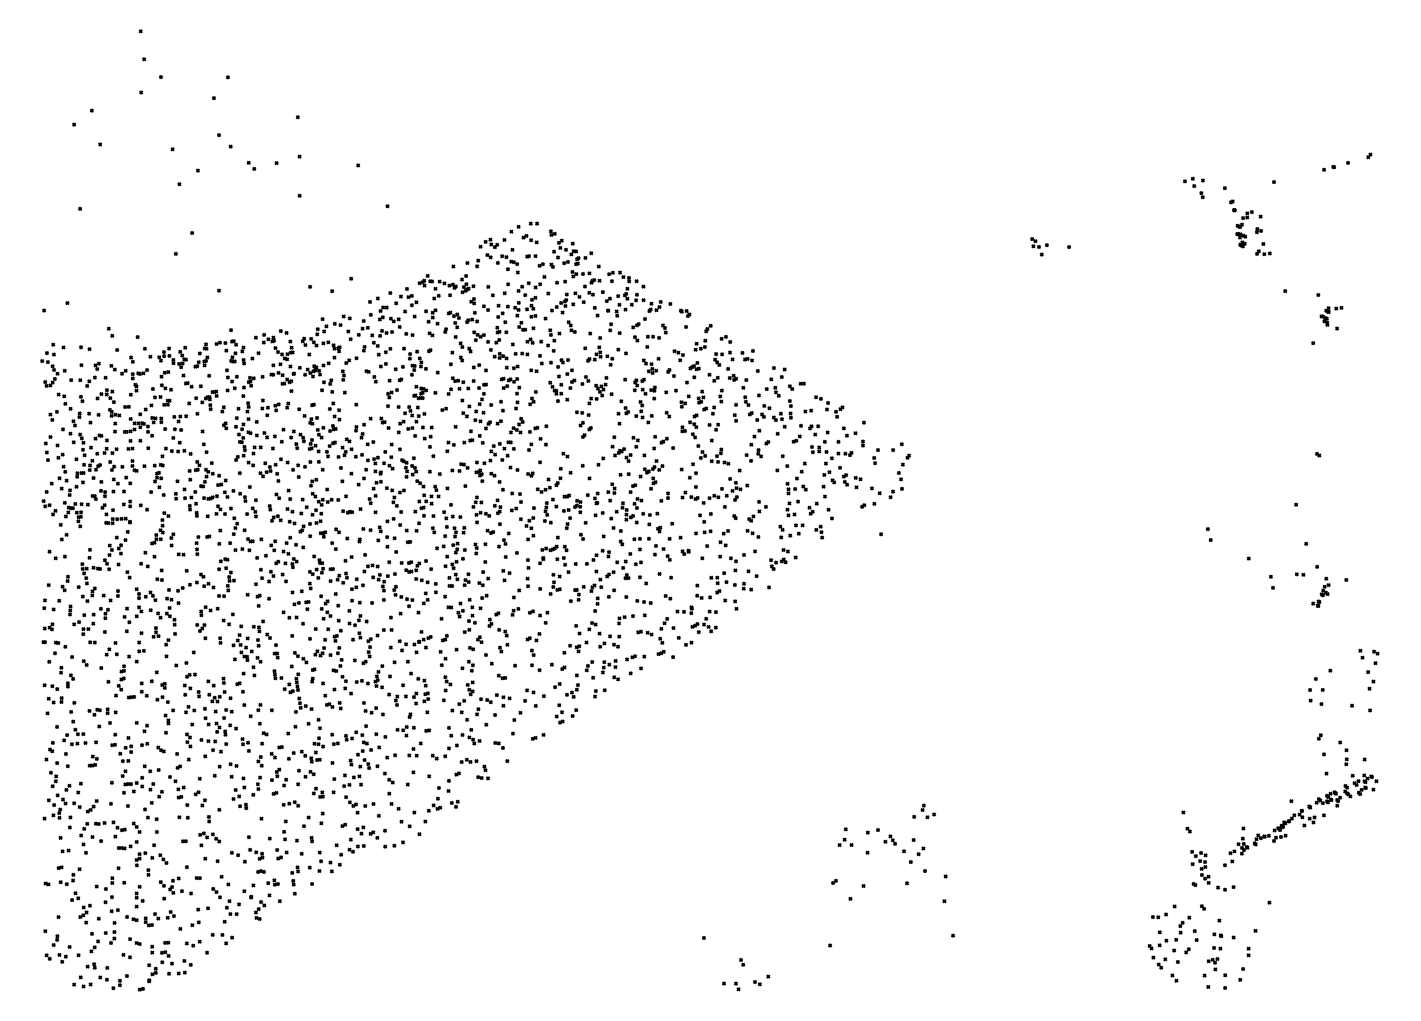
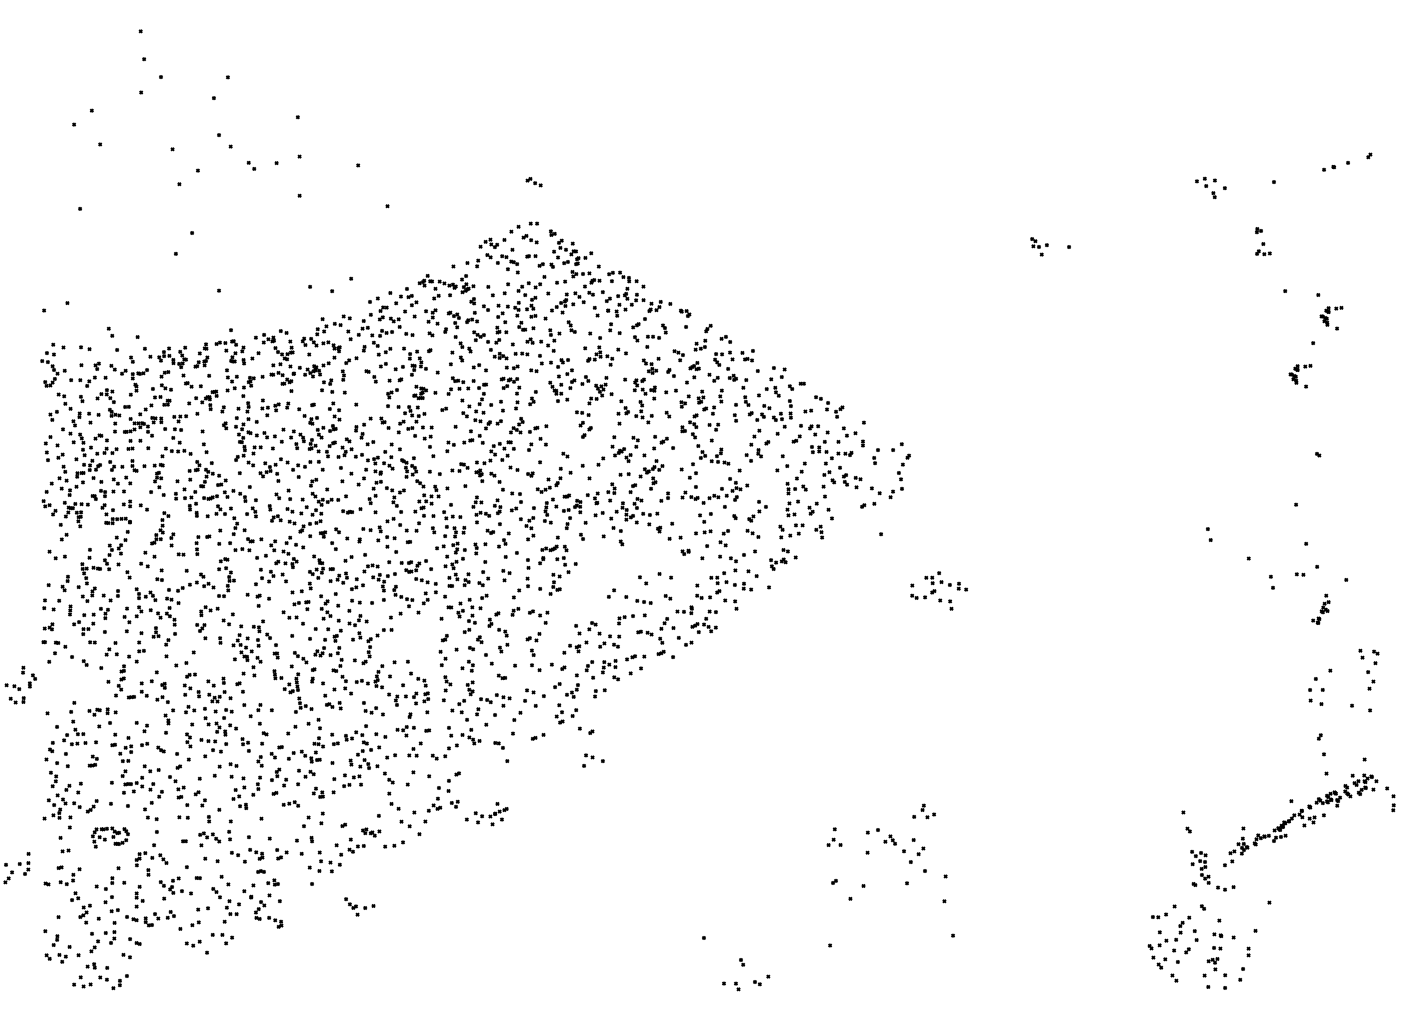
part at (533, 182): none -> present
part at (1193, 187) position: (1193, 187) -> (1205, 187)
part at (1245, 223): present -> none
part at (1300, 376): none -> present
part at (620, 574): present -> none
part at (938, 590): none -> present
part at (1320, 591) position: (1320, 591) -> (1320, 608)
part at (410, 642) position: (410, 642) -> (486, 814)
part at (58, 684) position: (58, 684) -> (20, 684)
part at (586, 730): none -> present
part at (1343, 753) position: (1343, 753) -> (1390, 799)
part at (593, 760): none -> present
part at (474, 768): present -> none
part at (359, 804) position: (359, 804) -> (359, 906)
part at (284, 830) position: (284, 830) -> (229, 830)
part at (370, 832) size: 32x15 px -> 21x11 px
part at (845, 836) position: (845, 836) -> (834, 836)
part at (110, 837) size: 63x35 px -> 39x23 px
part at (16, 868): none -> present
part at (294, 880): present -> none
part at (275, 922): none -> present
part at (164, 965): present -> none
